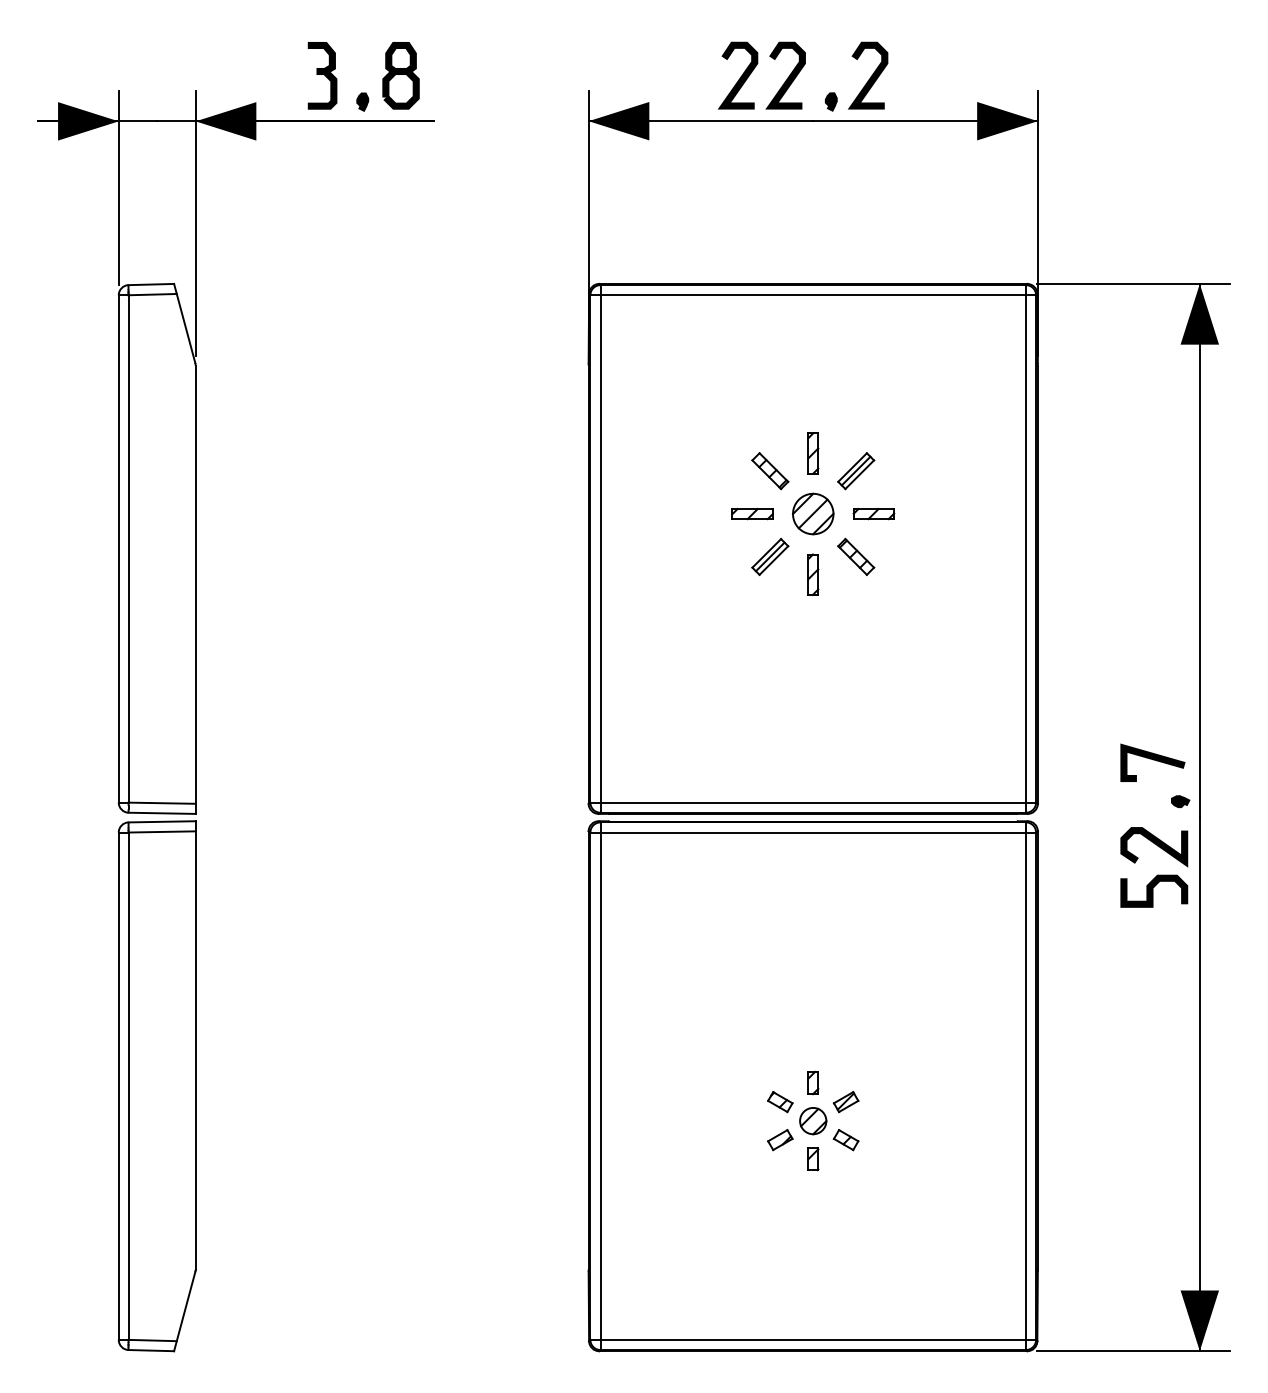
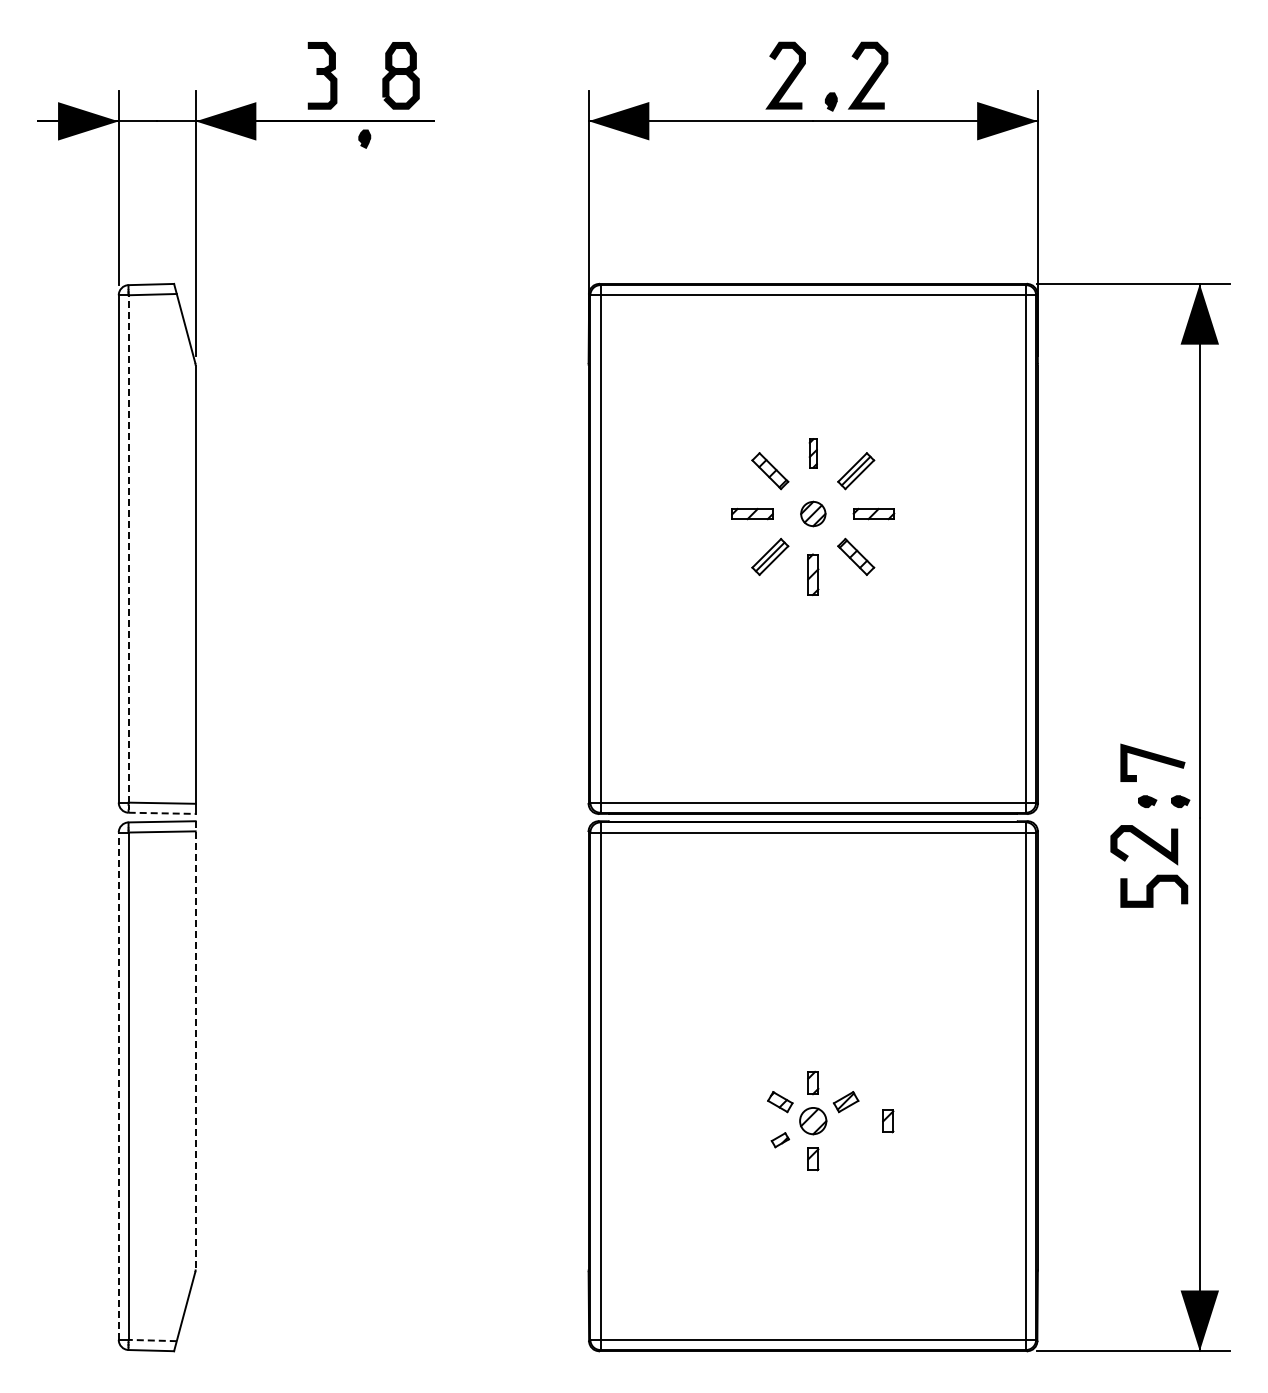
curve at (740, 76): present -> none
part at (362, 101) position: (362, 101) -> (364, 138)
part at (813, 453) size: 13x43 px -> 10x31 px
part at (813, 513) size: 43x44 px -> 27x28 px
line at (128, 548): solid -> dashed
part at (1147, 801): none -> present
line at (162, 813): solid -> dashed
curve at (1156, 845) position: (1156, 845) -> (1146, 843)
line at (195, 1045): solid -> dashed
line at (118, 1086): solid -> dashed
part at (888, 1121): none -> present
part at (780, 1140) size: 27x23 px -> 20x17 px
part at (845, 1140): present -> none
line at (152, 1340): solid -> dashed
